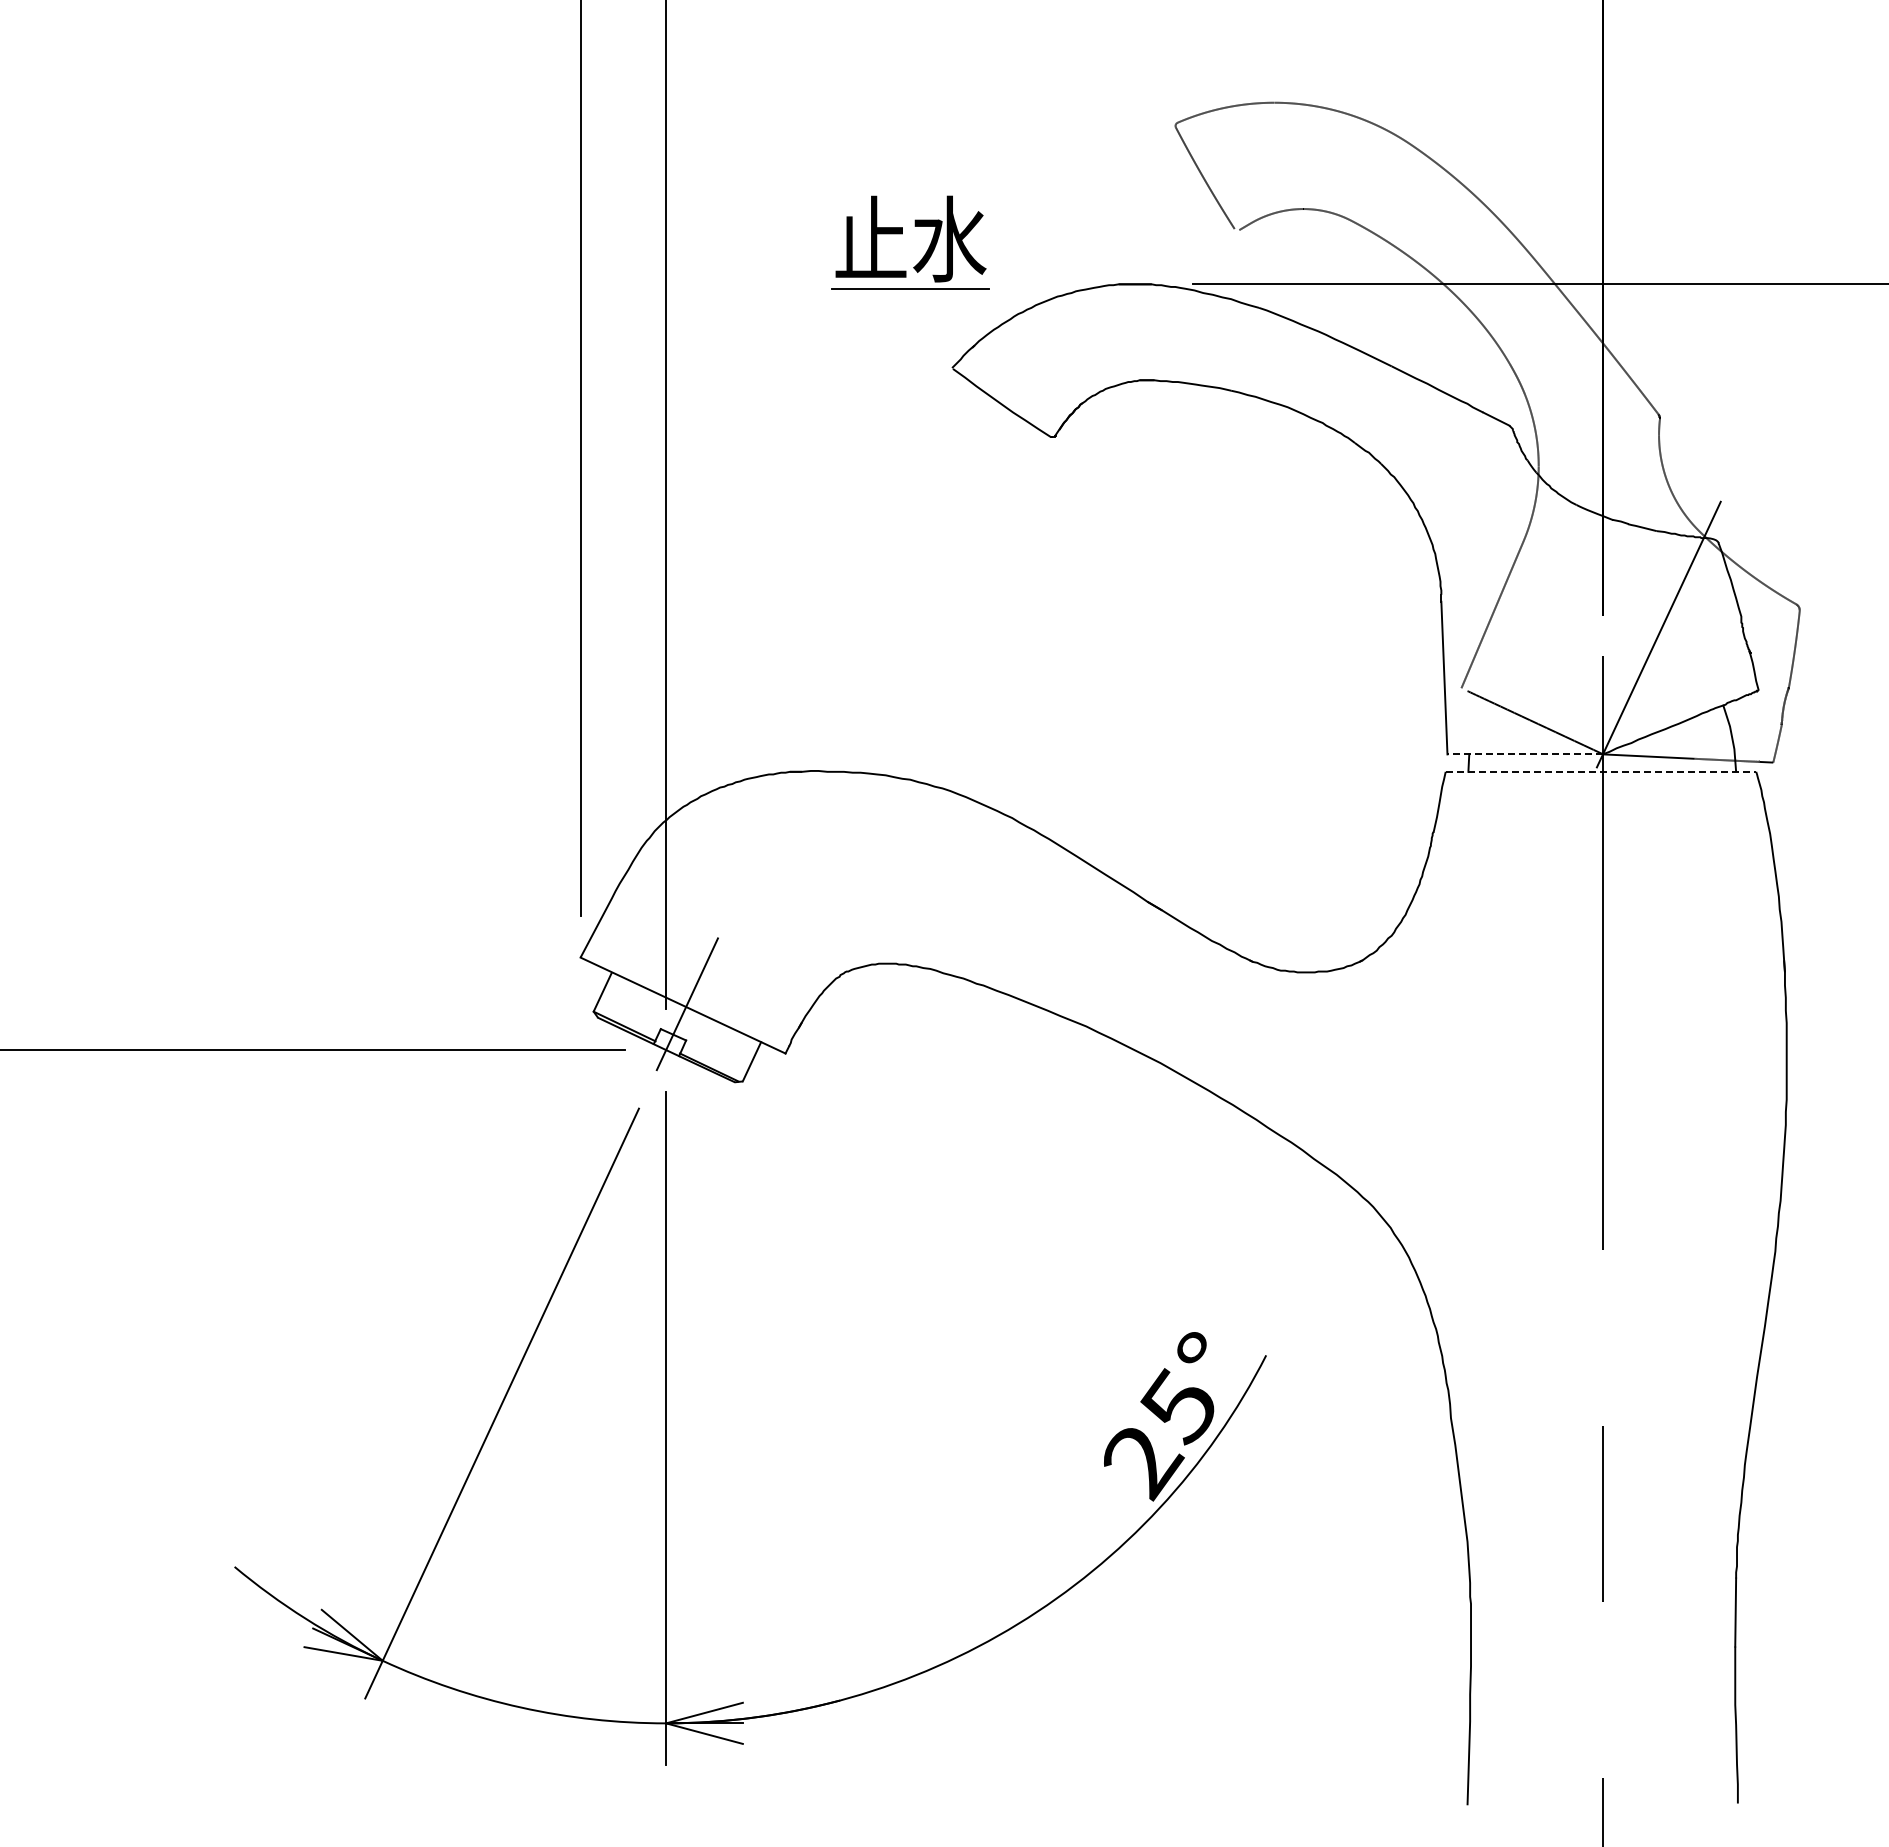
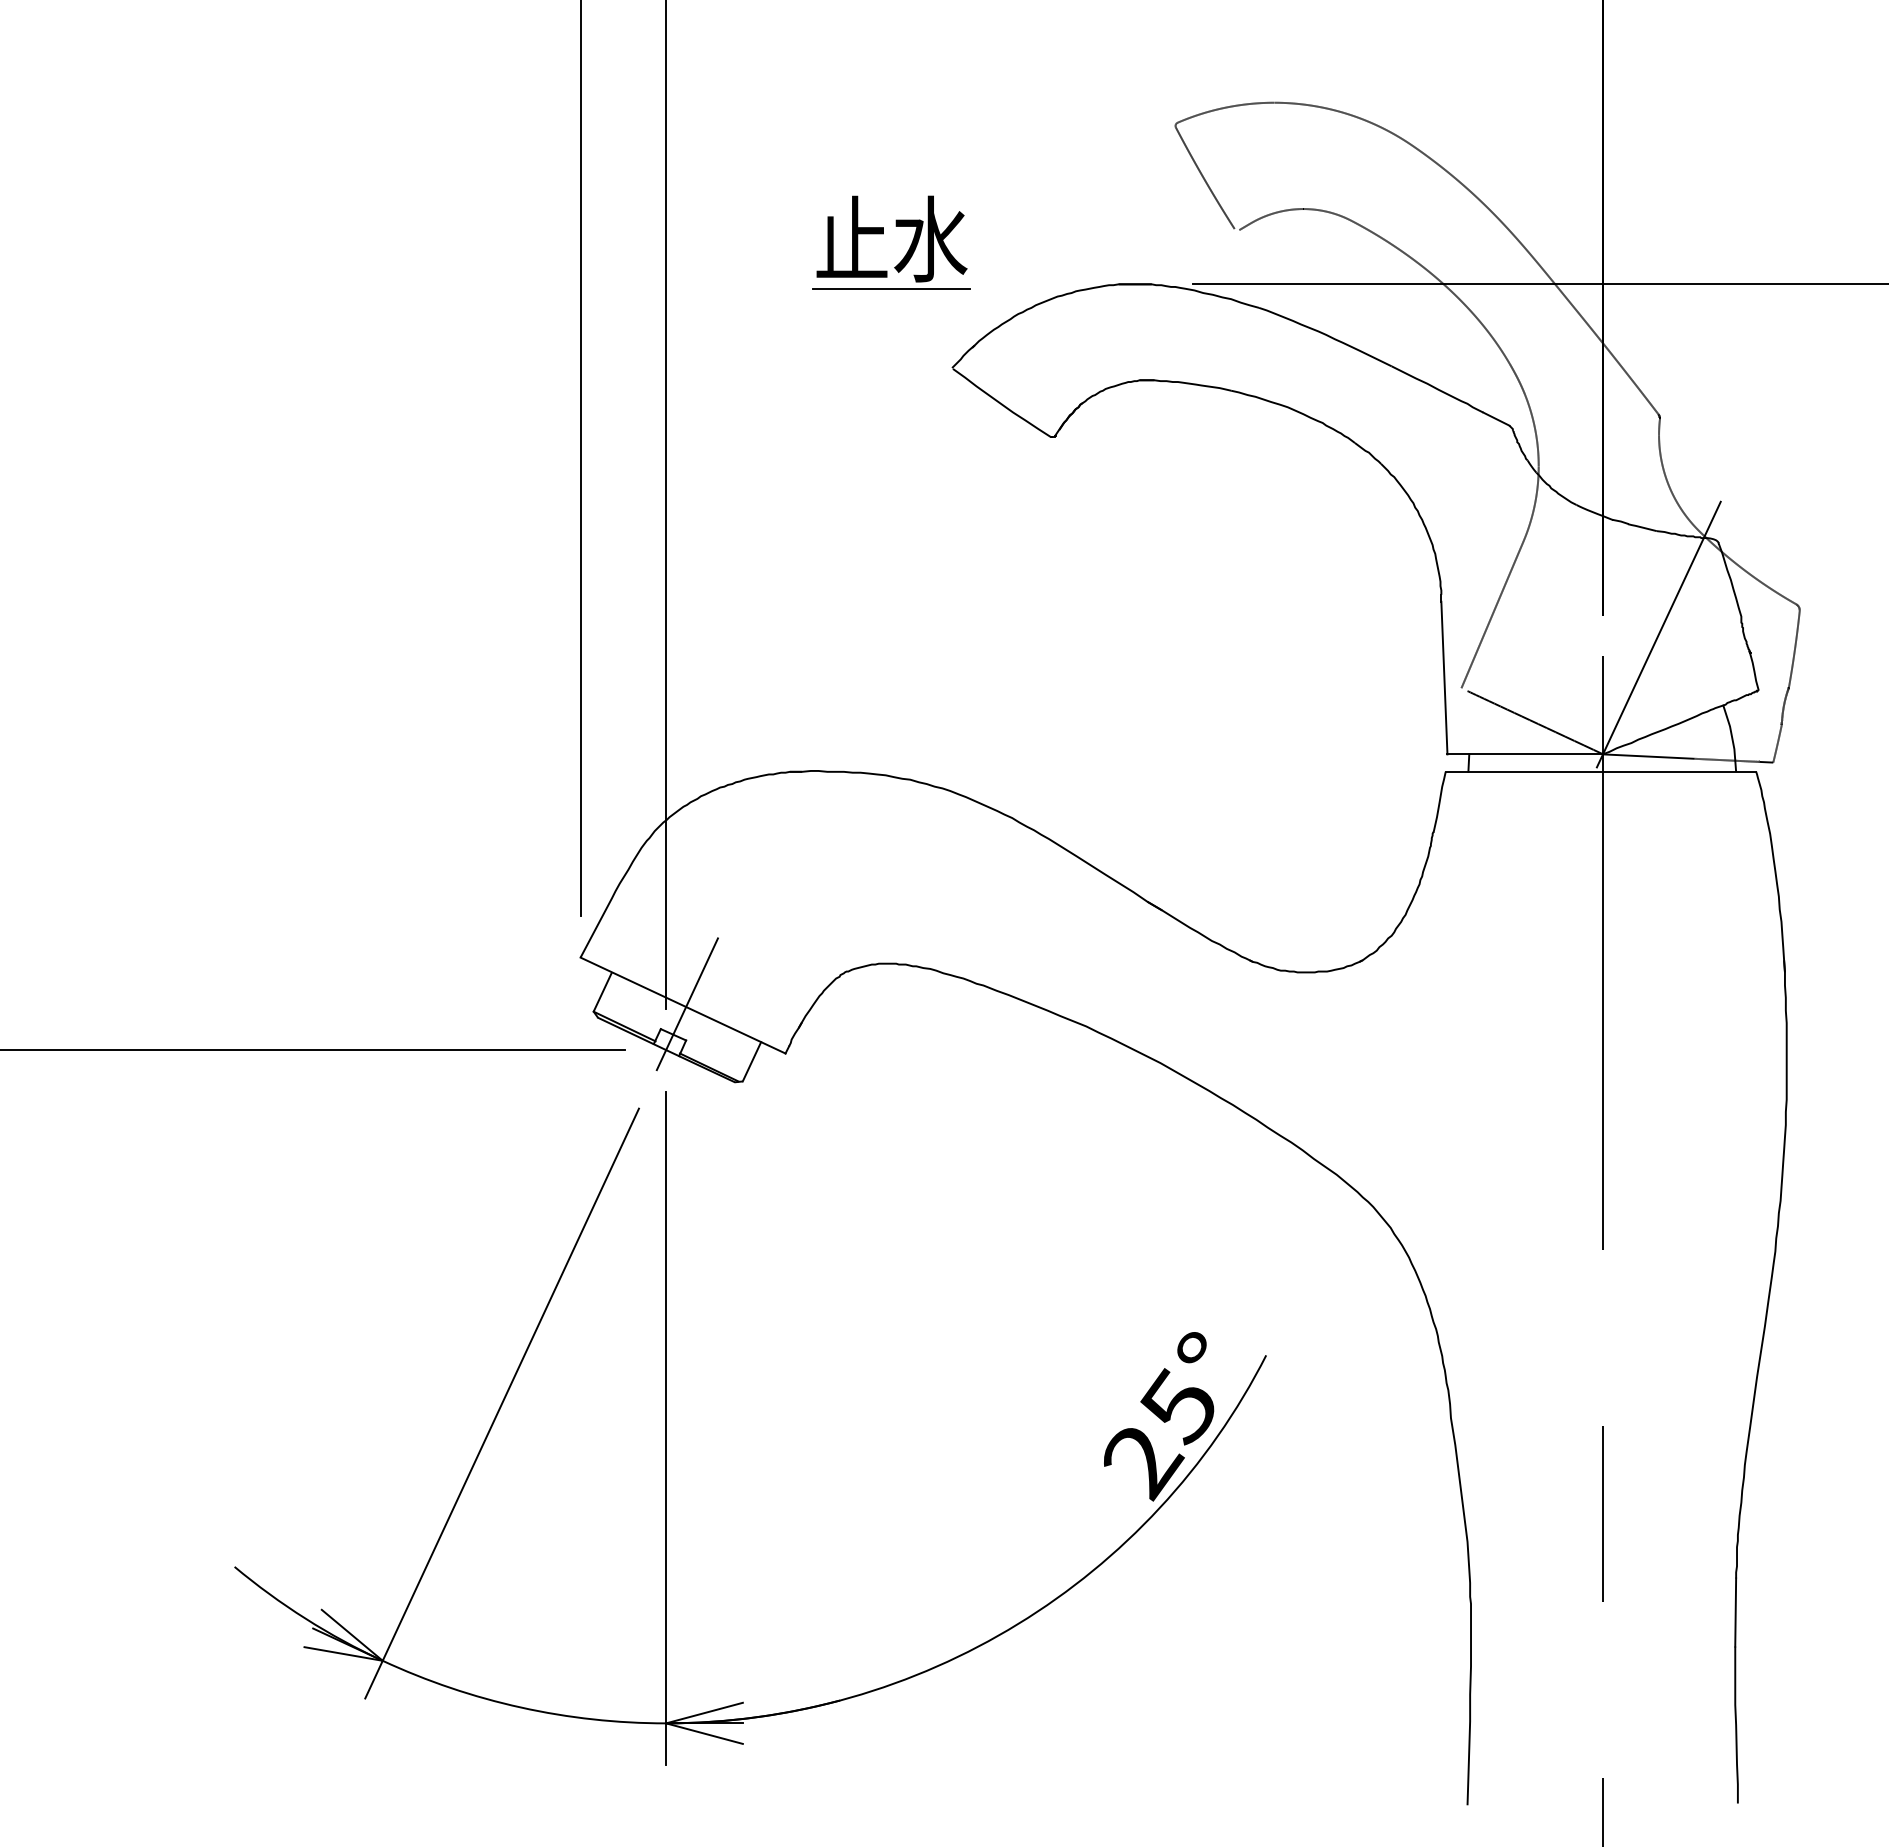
part at (902, 234) position: (902, 234) -> (883, 234)
line at (1525, 754): dashed -> solid
line at (1601, 771): dashed -> solid
